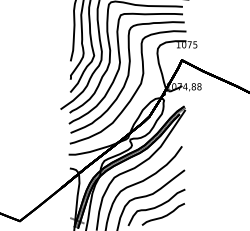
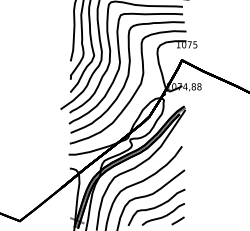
line at (177, 220): none -> present
